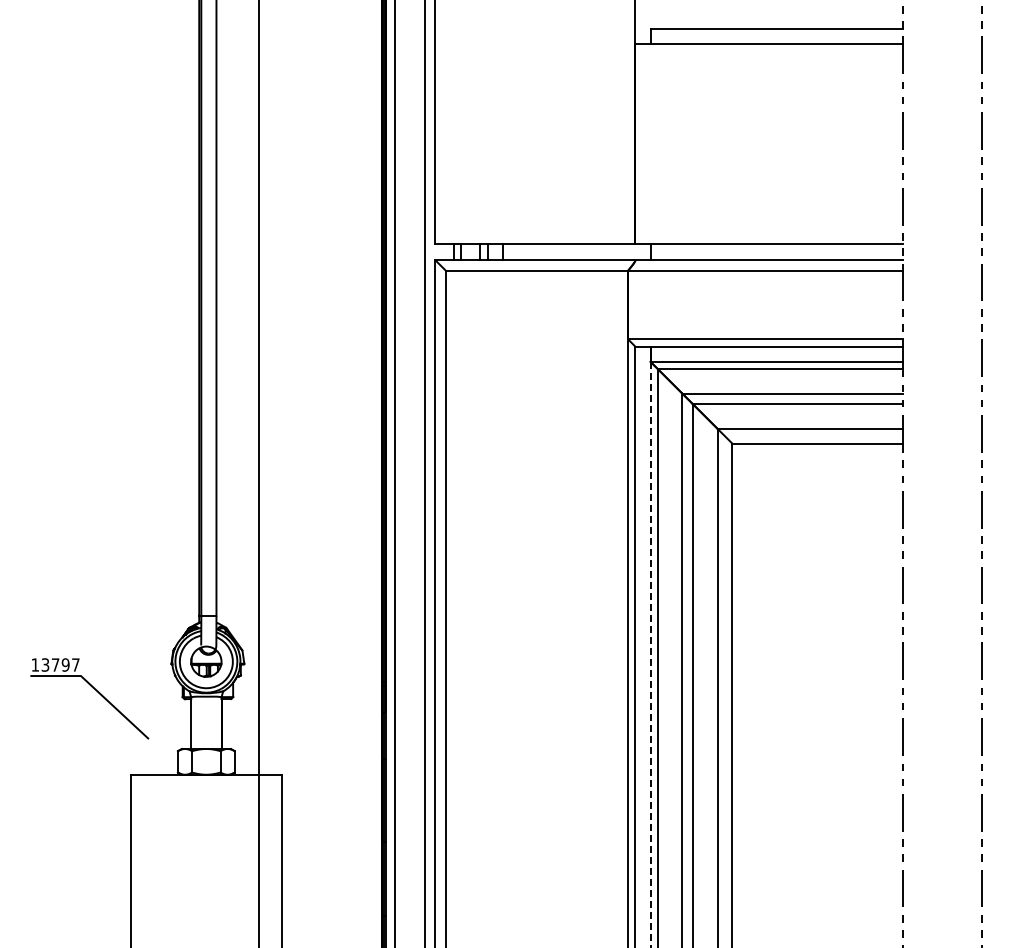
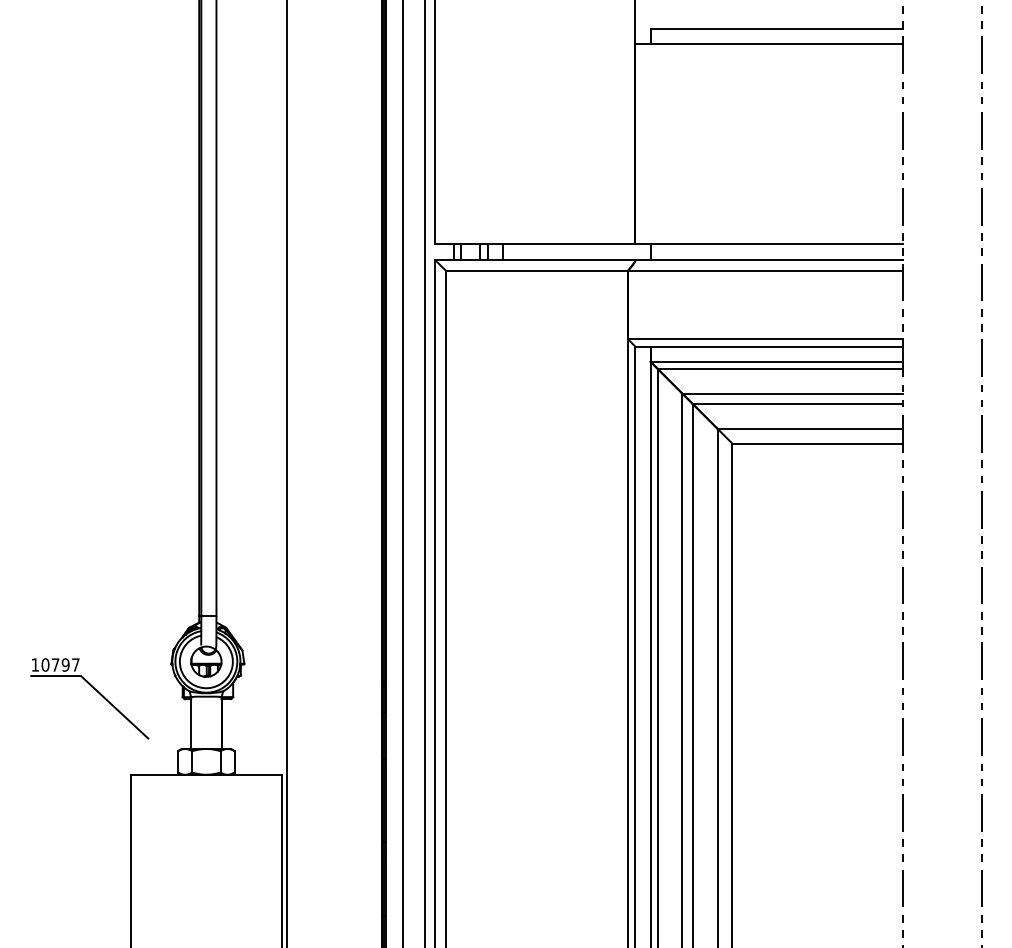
line at (259, 473) position: (259, 473) -> (287, 473)
line at (394, 473) position: (394, 473) -> (402, 473)
line at (650, 654): dashed -> solid
text at (45, 664): 13797 -> 10797
